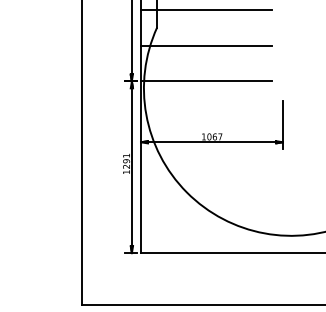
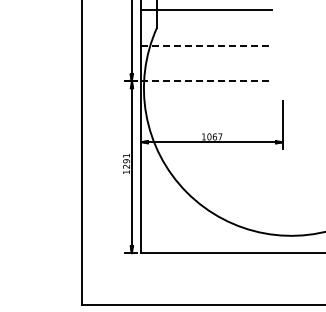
line at (207, 45): solid -> dashed
line at (207, 81): solid -> dashed
